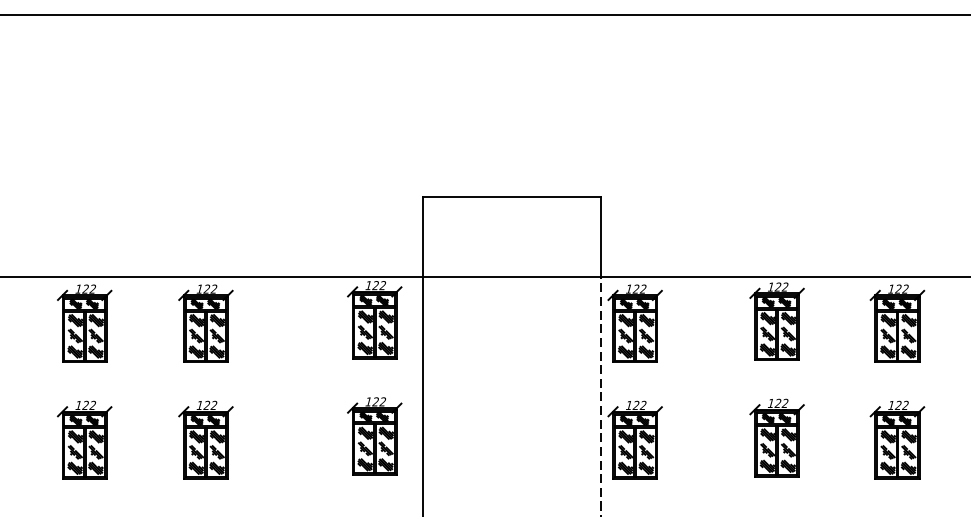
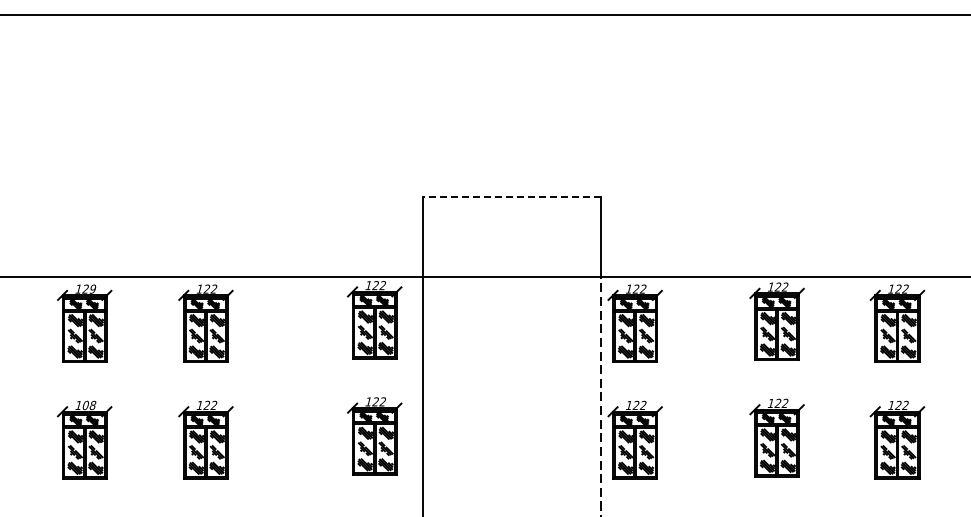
line at (512, 196): solid -> dashed
text at (92, 288): 122 -> 129
text at (89, 405): 122 -> 108
